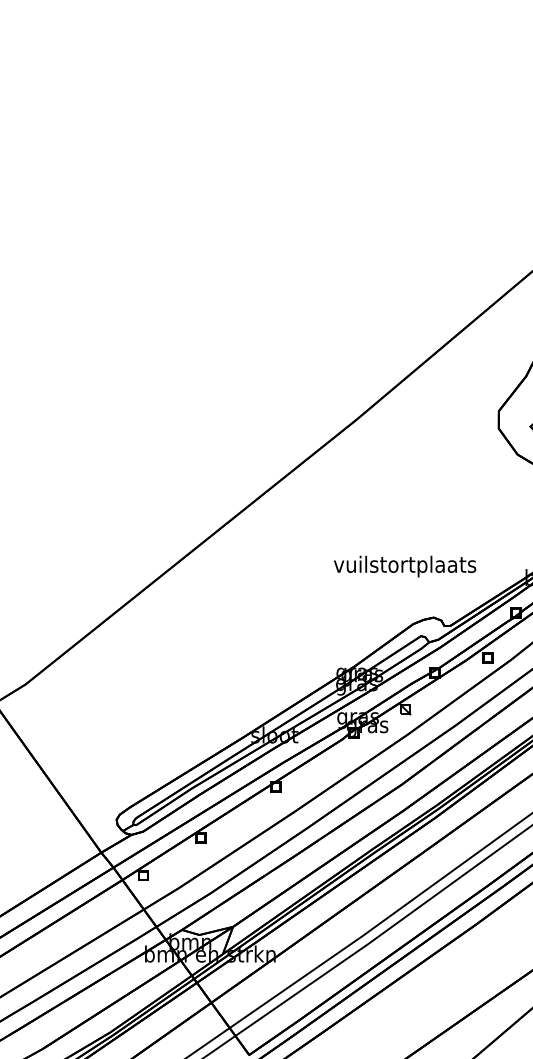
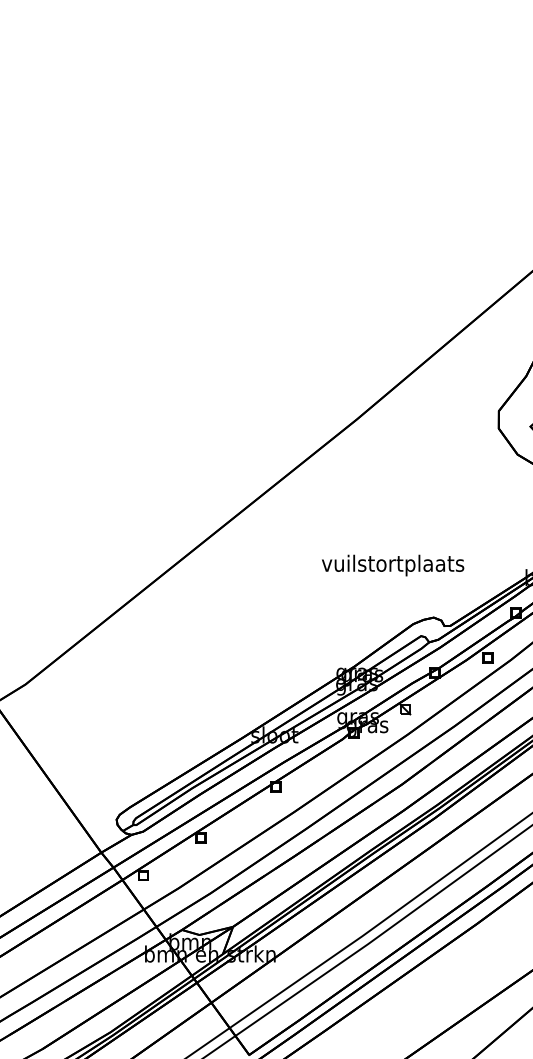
text at (405, 566) position: (405, 566) -> (393, 565)
